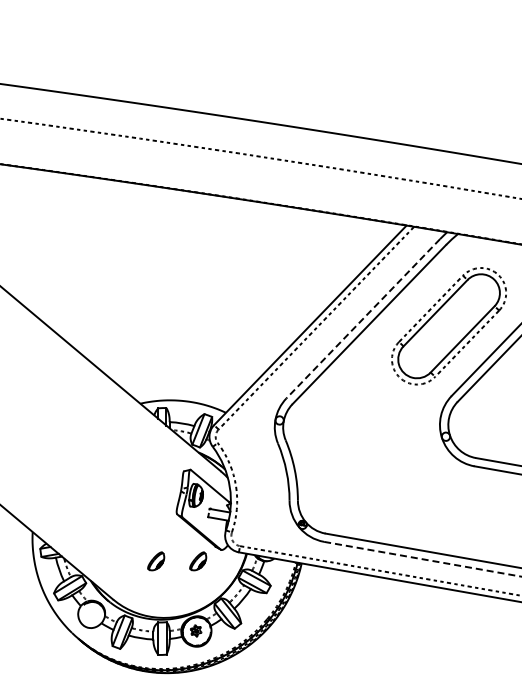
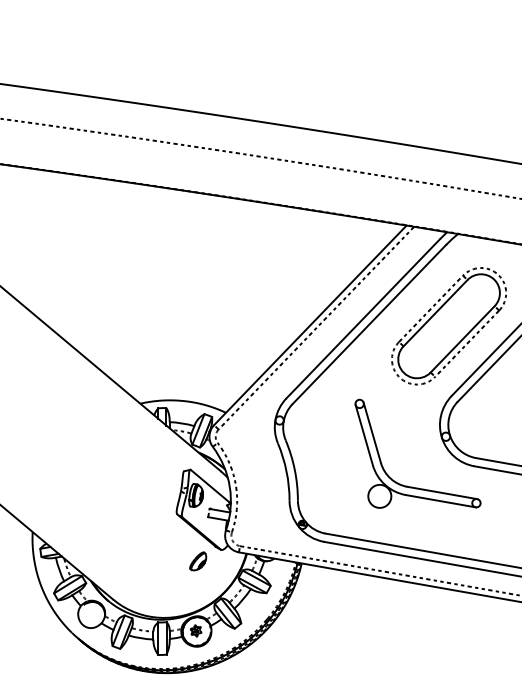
line at (363, 318): dashed -> solid
part at (412, 486): none -> present
line at (422, 559): dashed -> solid
part at (156, 561): present -> none
